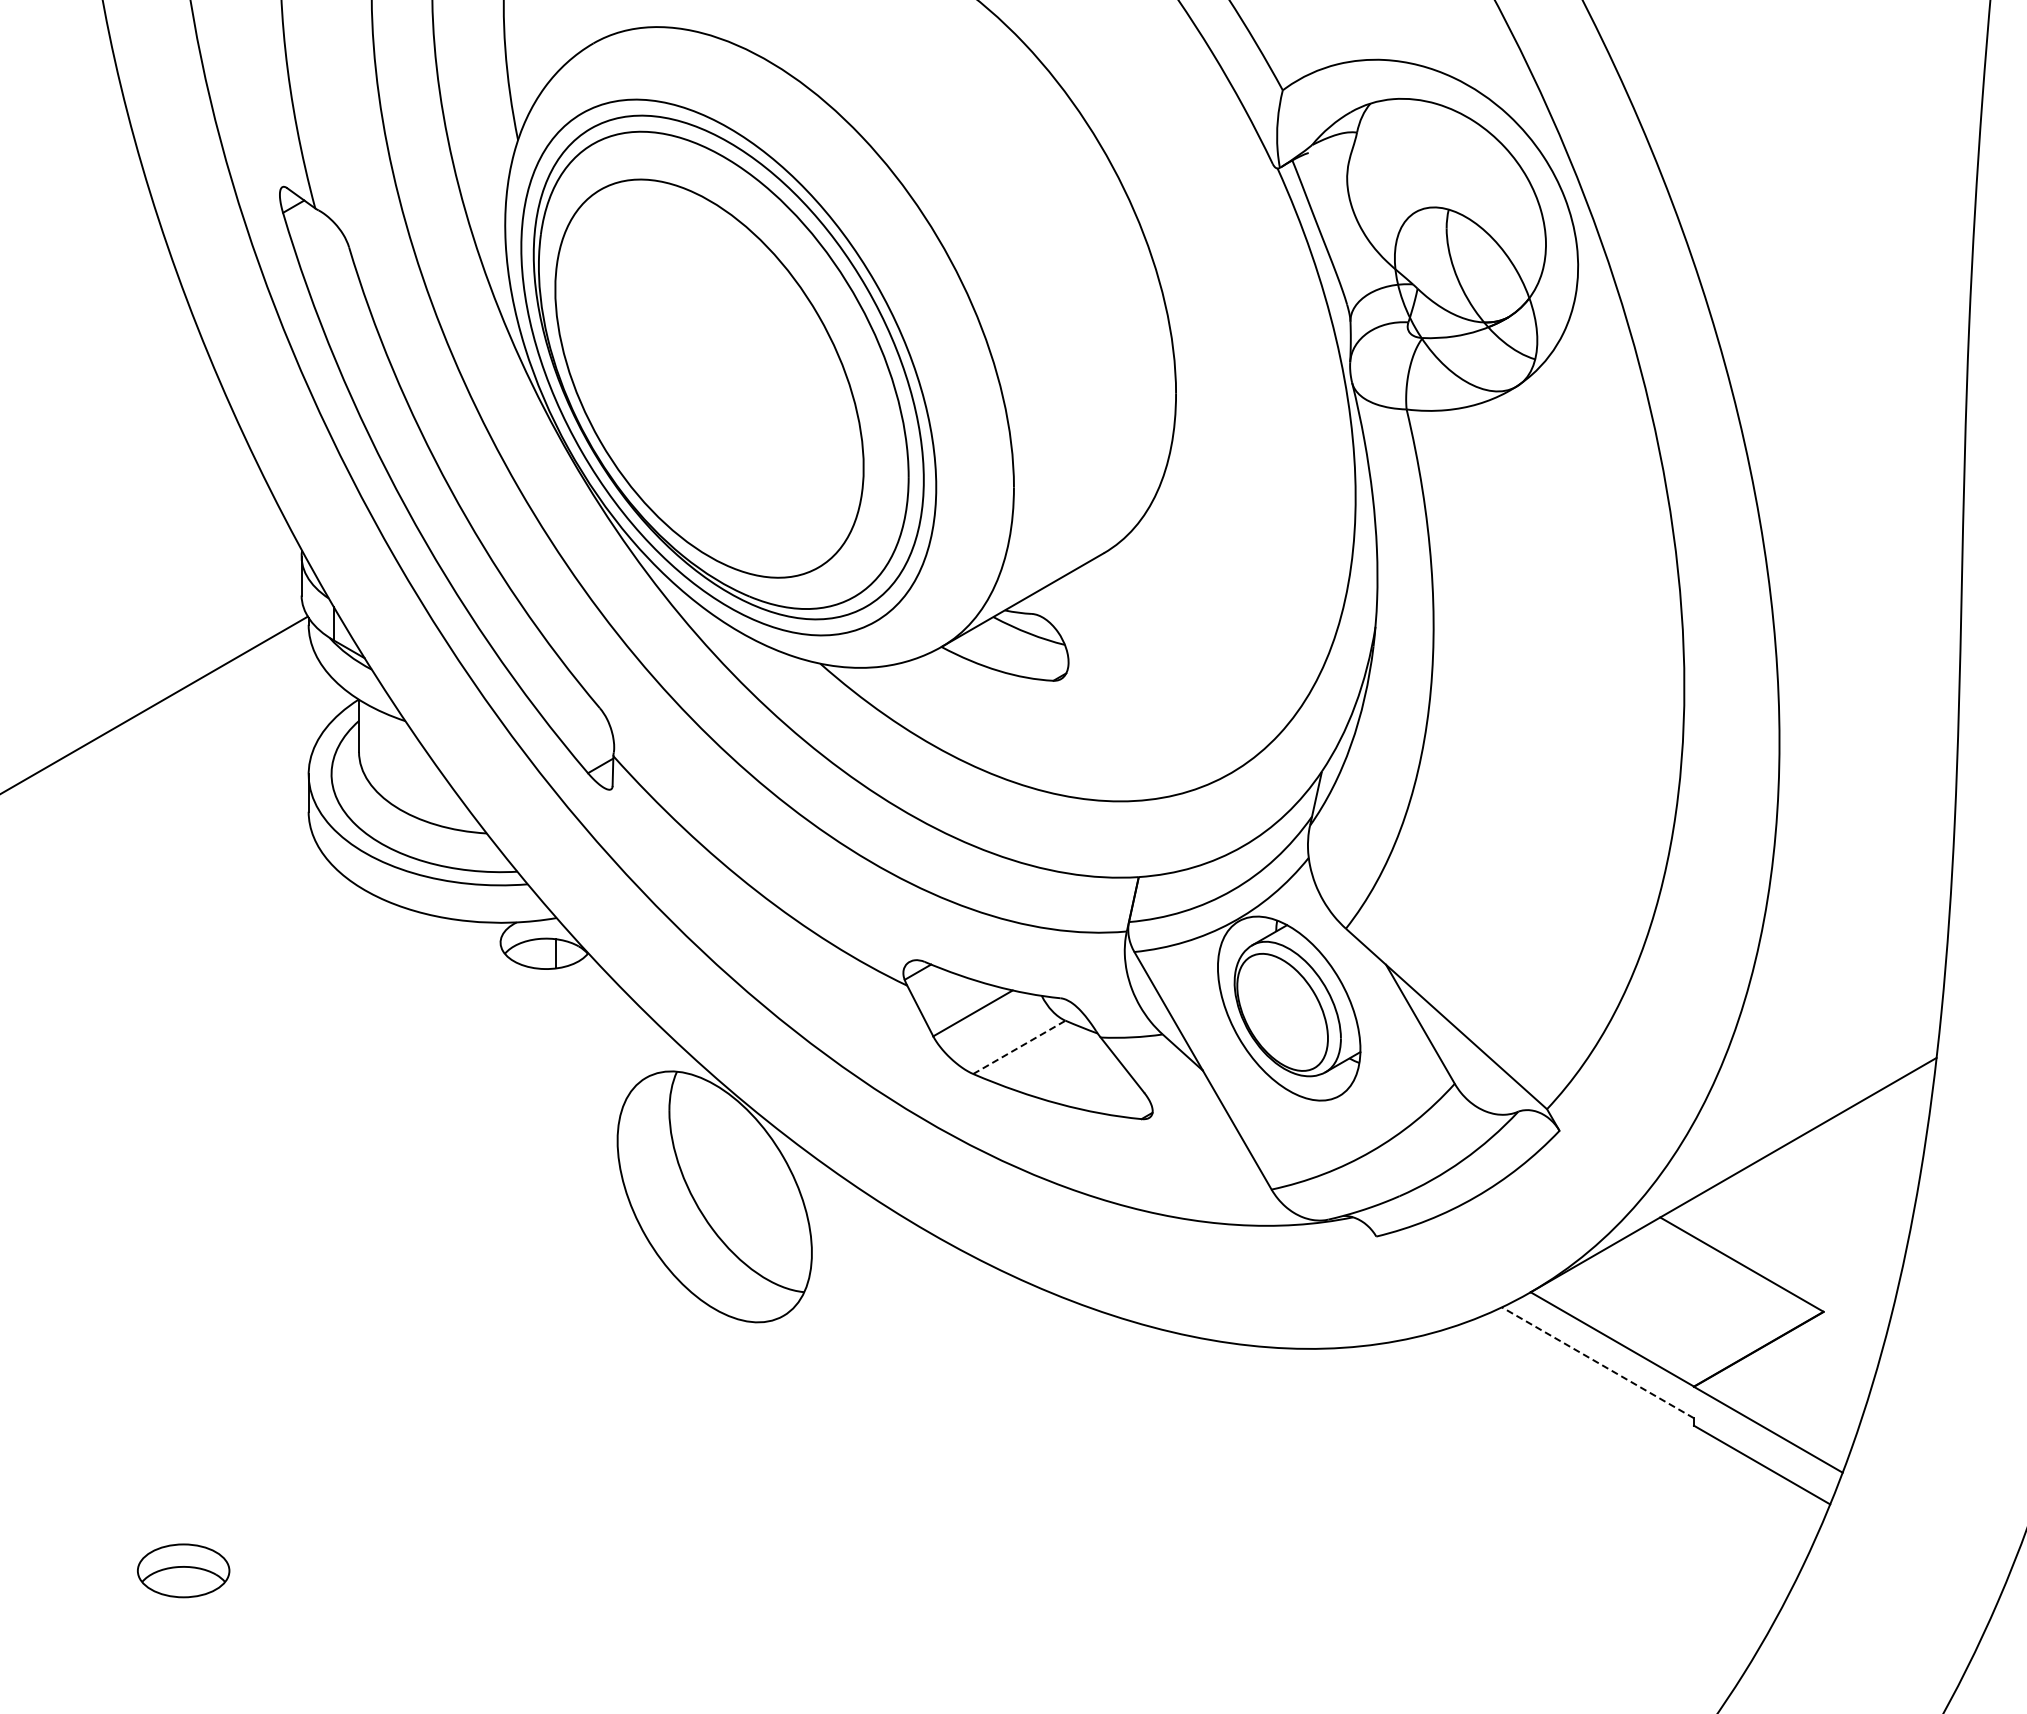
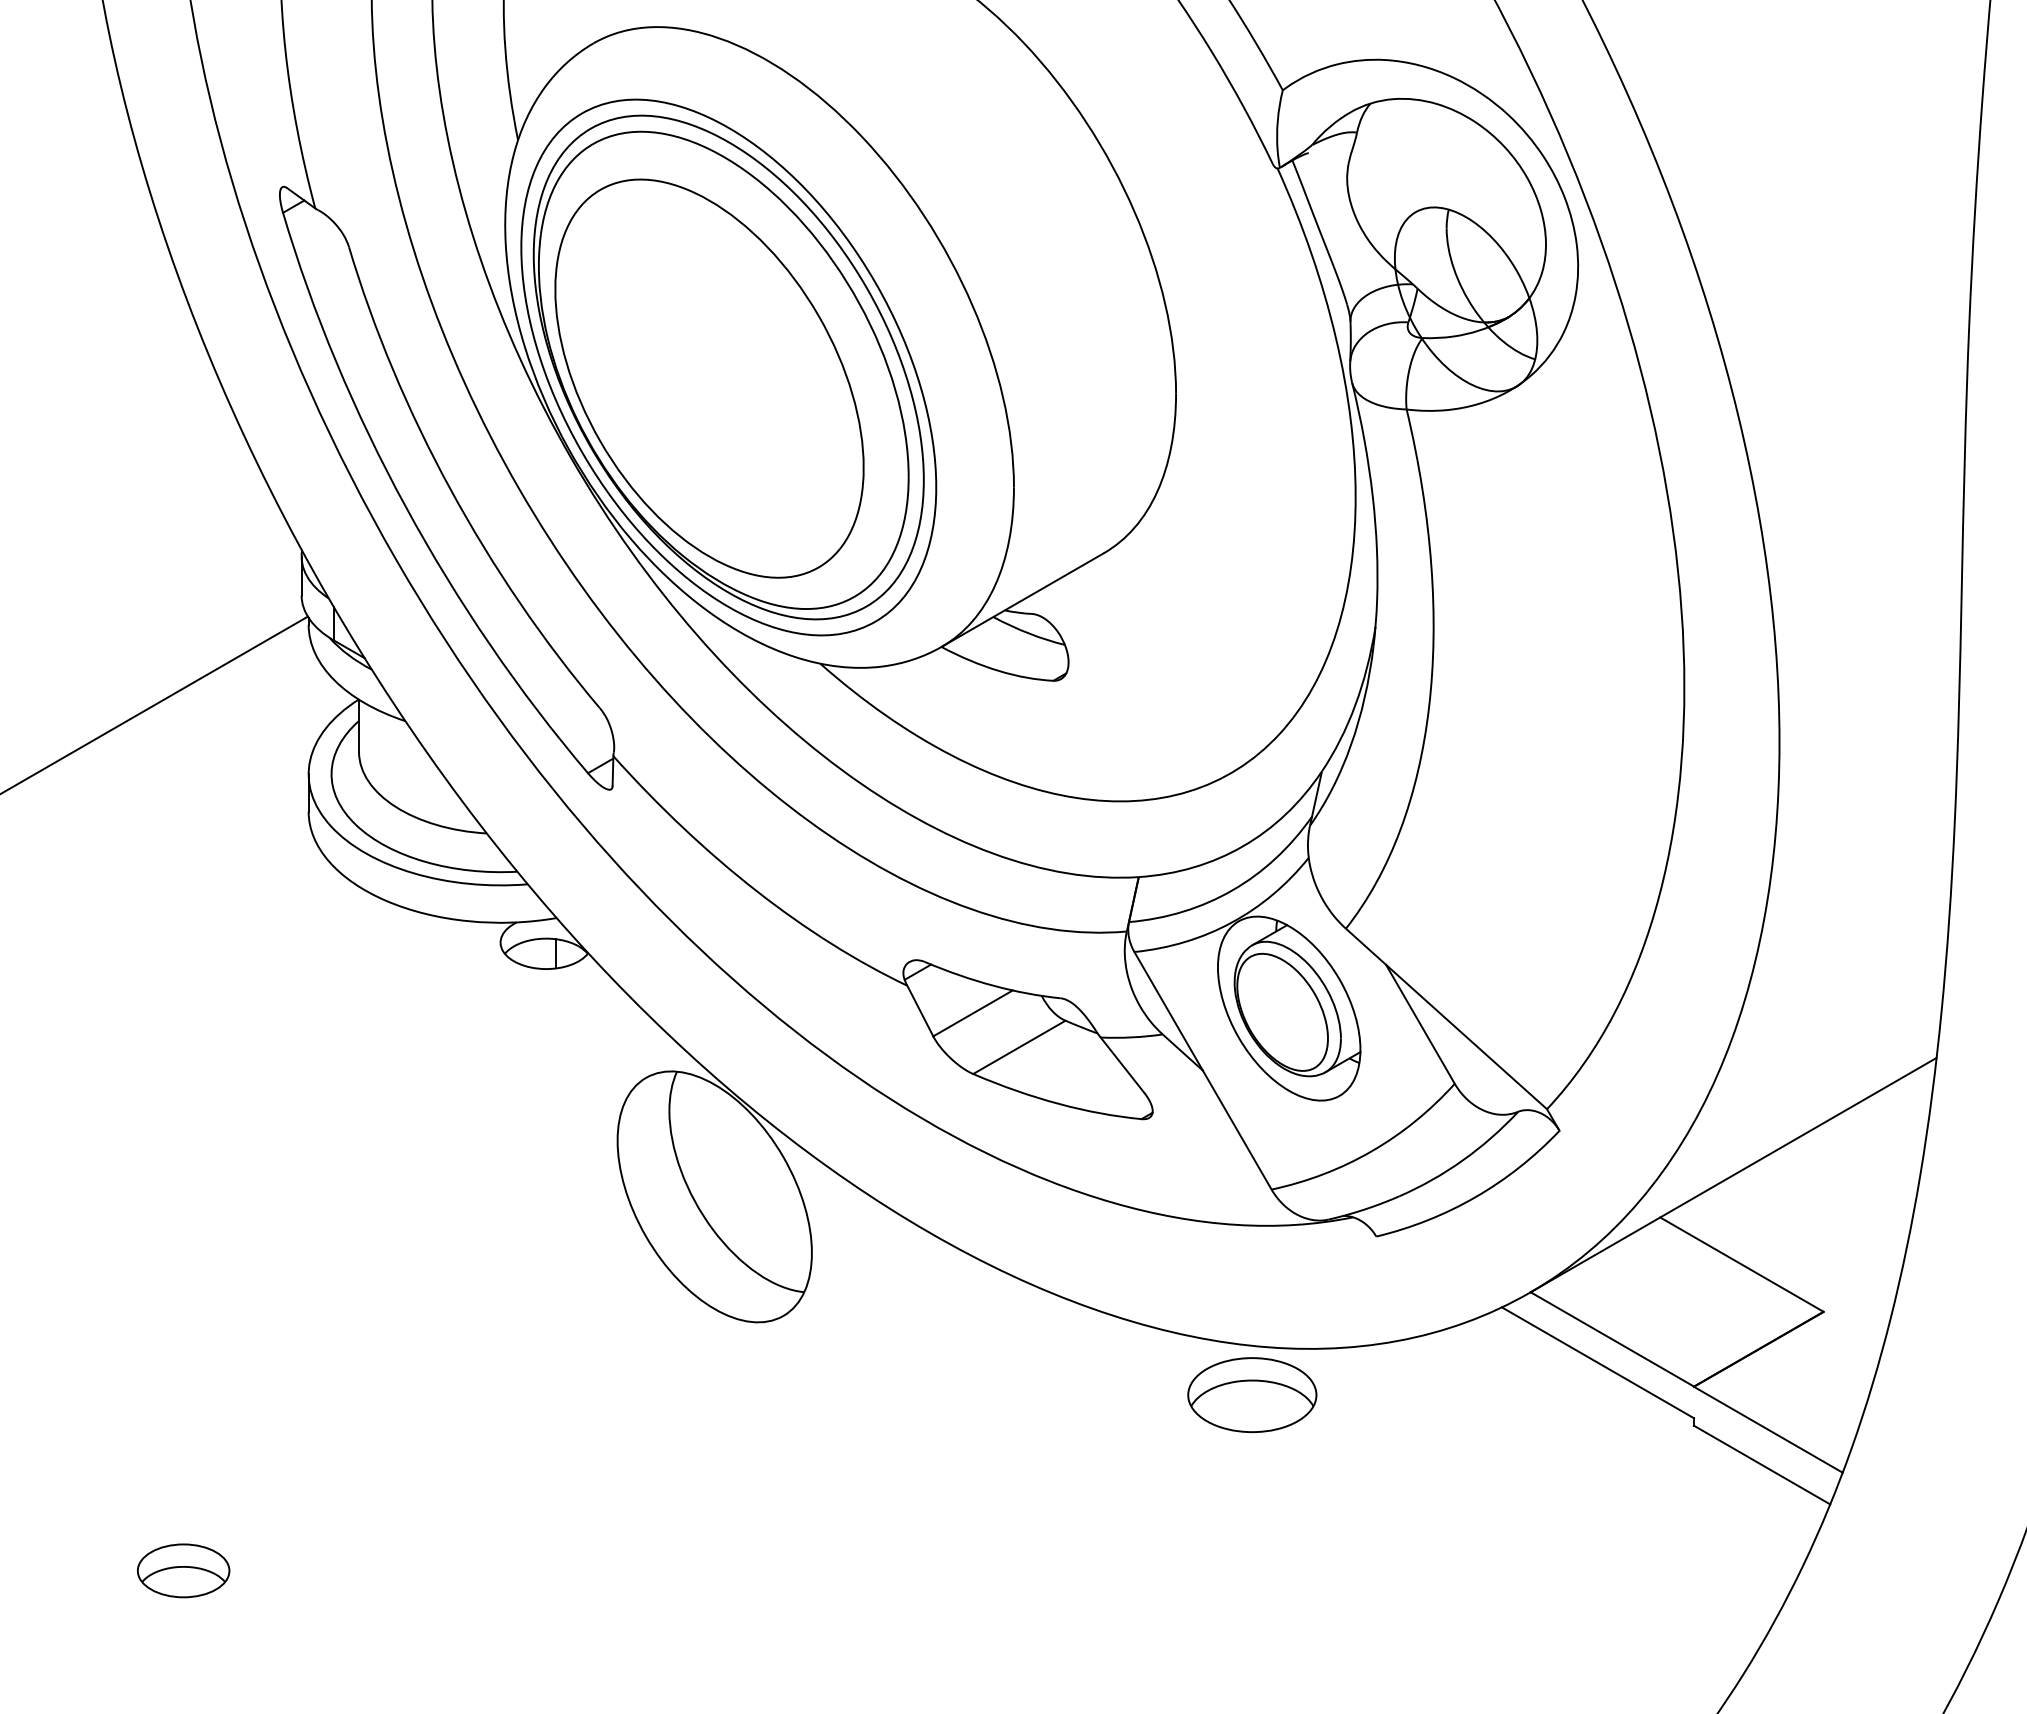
line at (1019, 1047): dashed -> solid
line at (1597, 1362): dashed -> solid
part at (1252, 1394): none -> present
